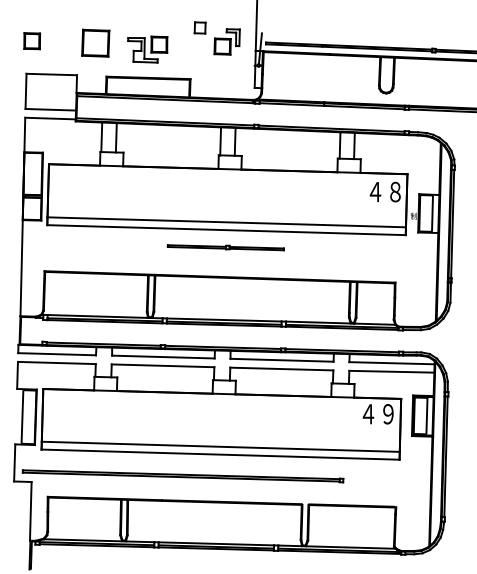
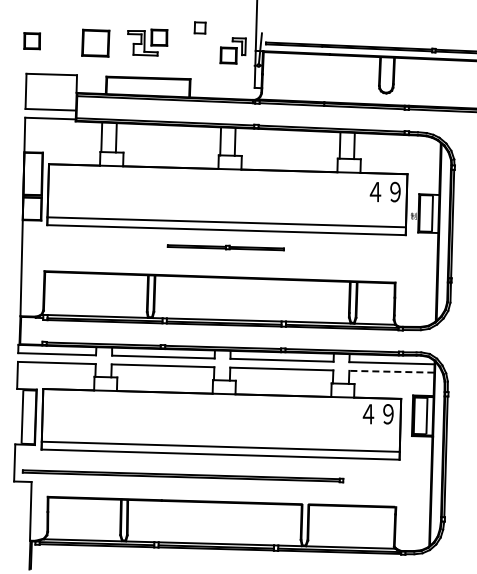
part at (226, 41) position: (226, 41) -> (232, 50)
part at (147, 49) position: (147, 49) -> (147, 42)
text at (395, 192): ４８ -> ４９
line at (391, 371): solid -> dashed
